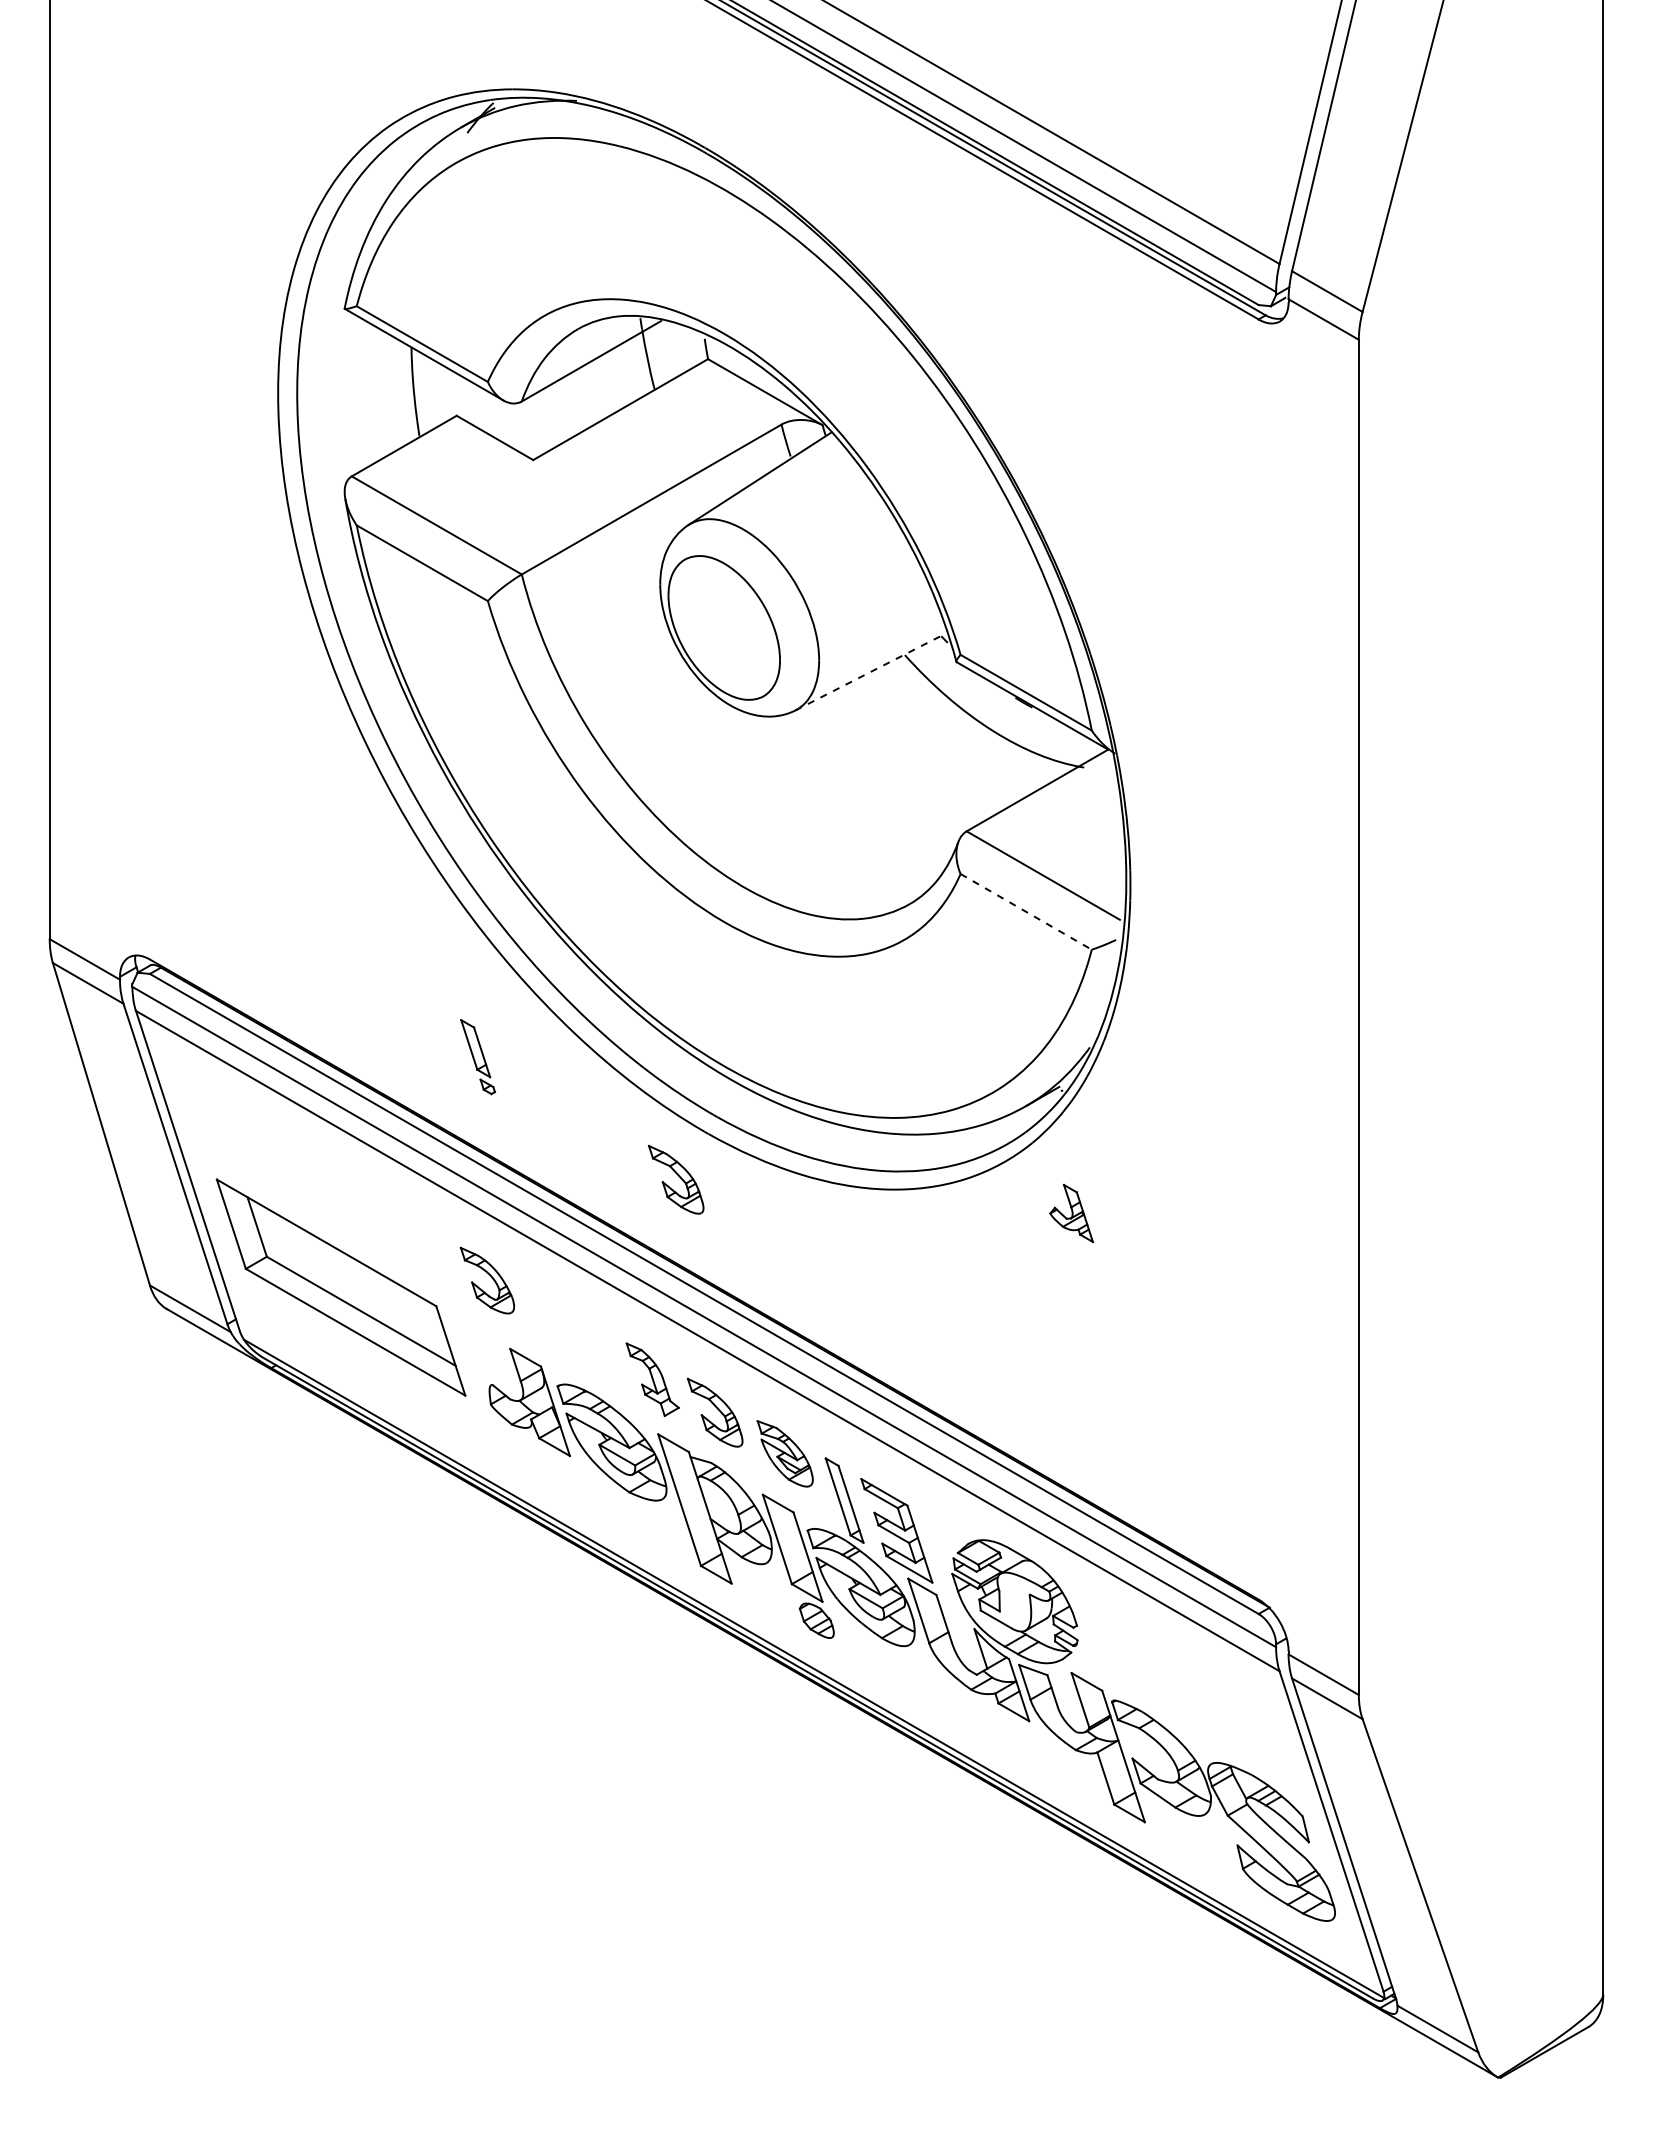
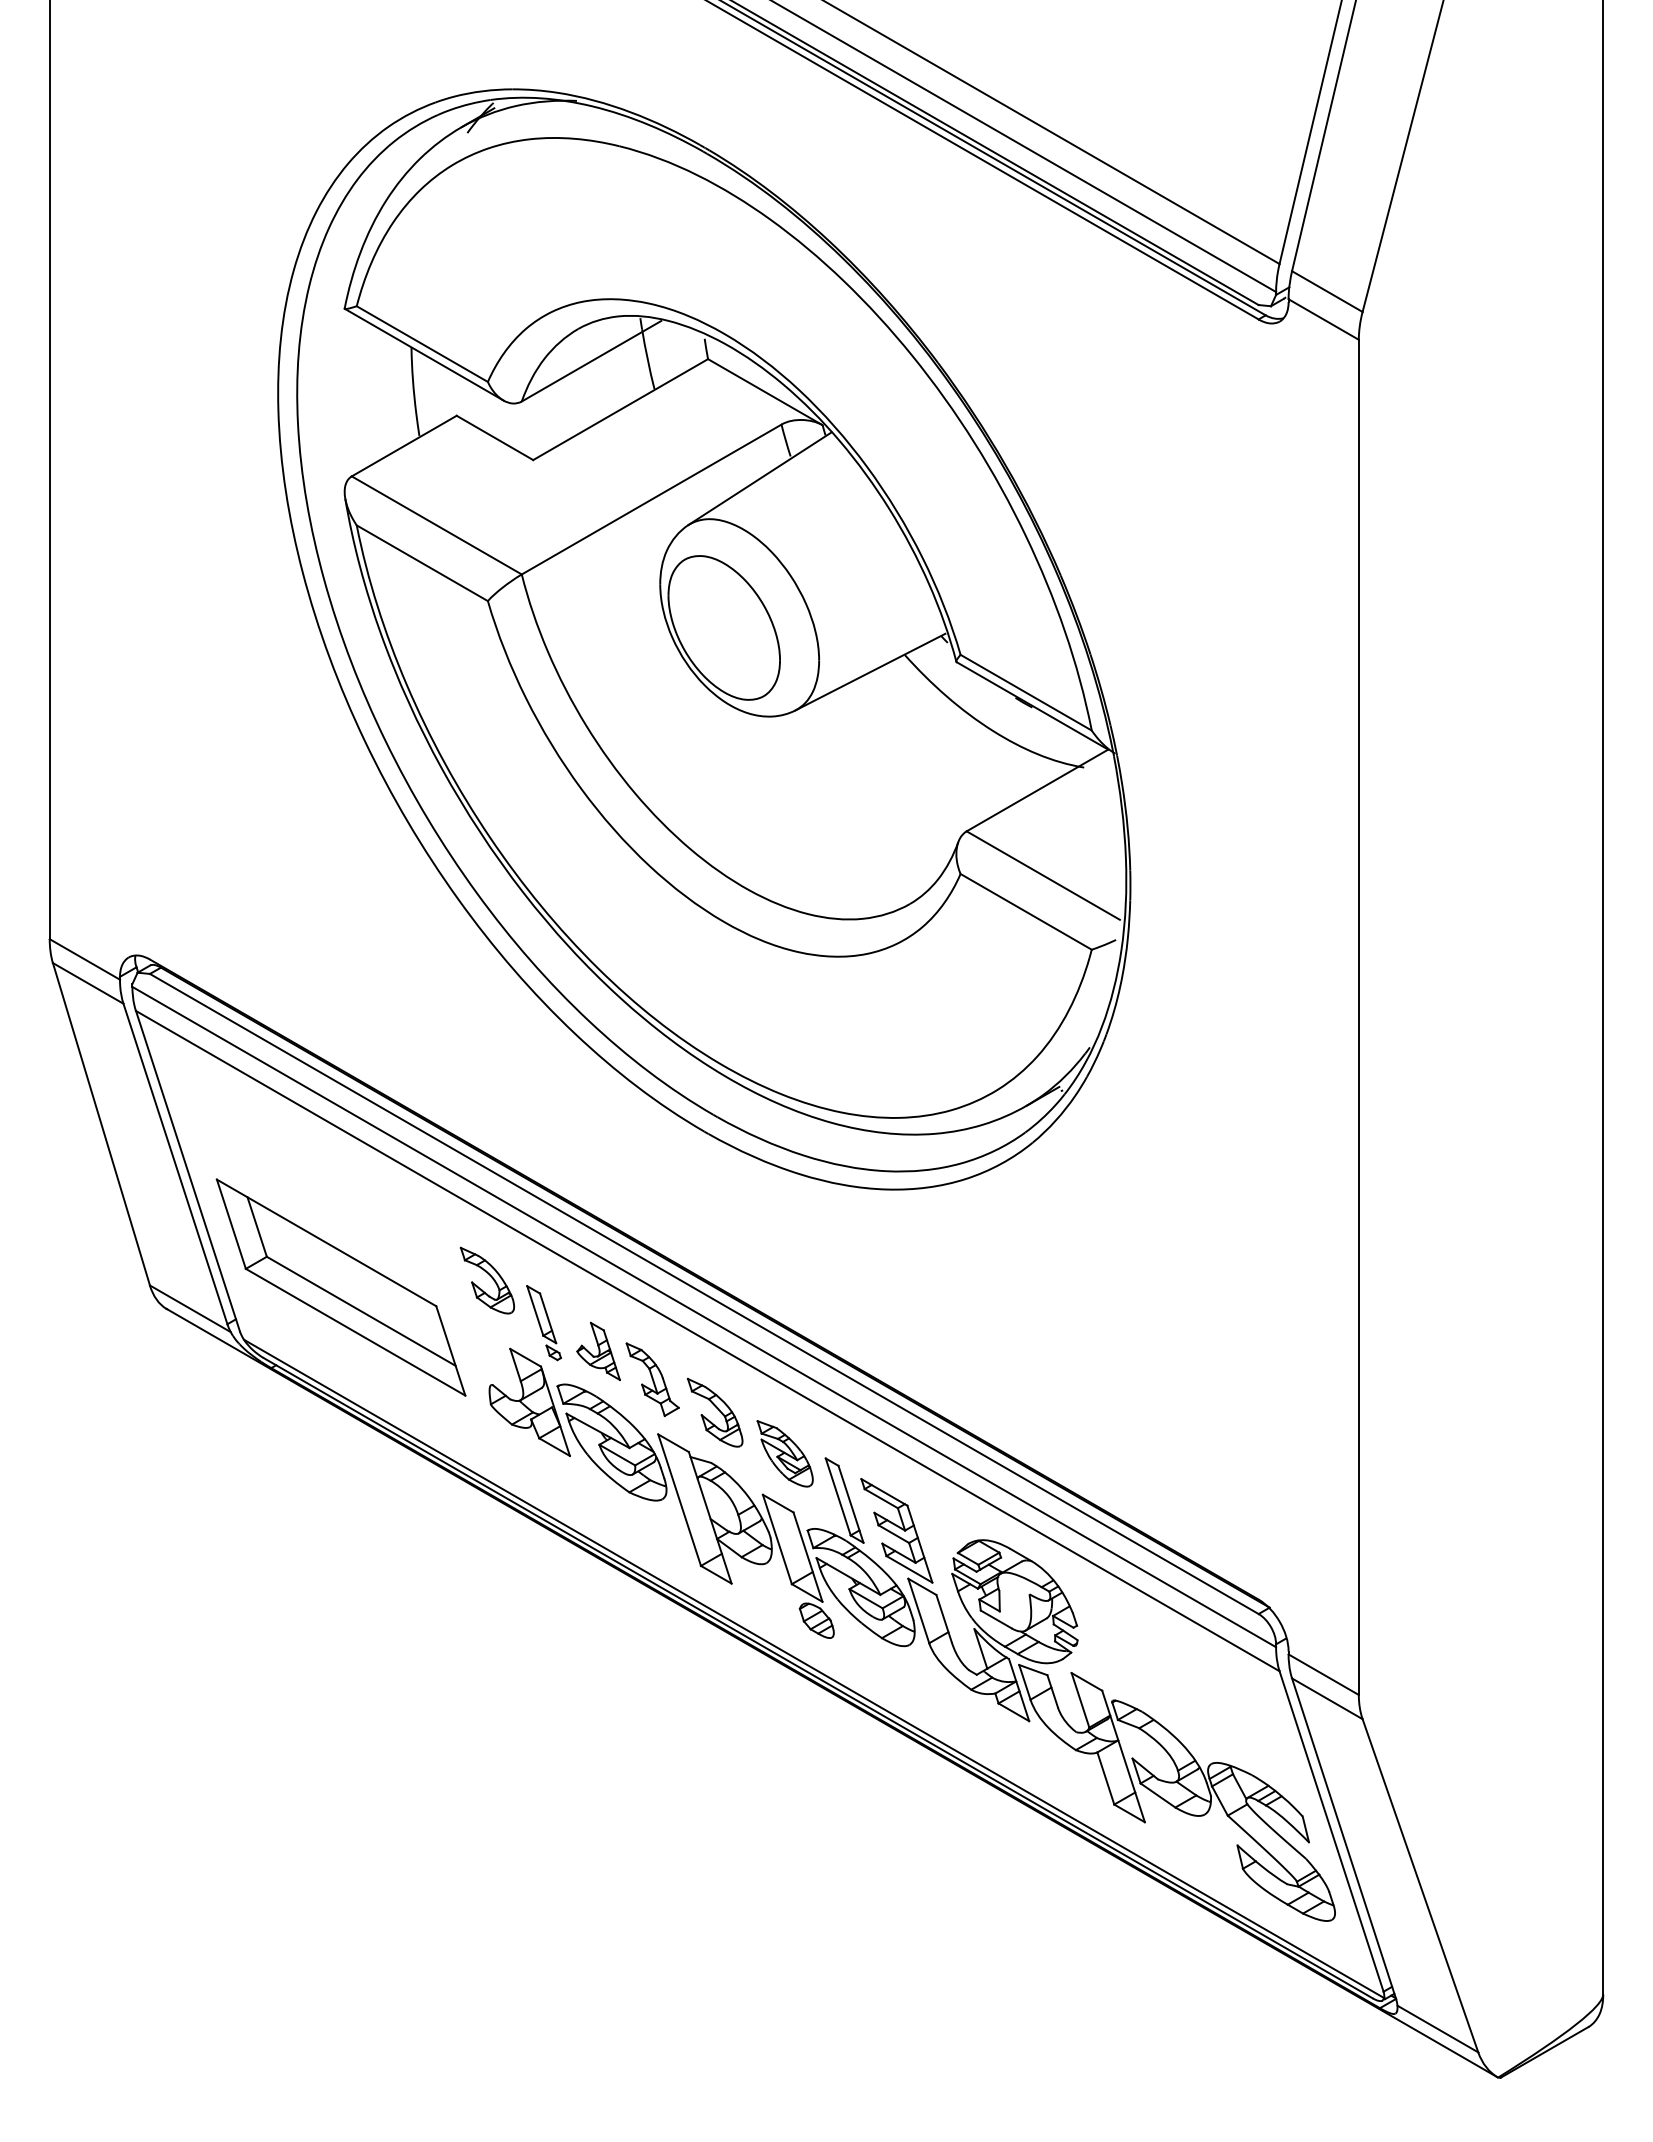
line at (870, 671): dashed -> solid
line at (1026, 911): dashed -> solid
part at (478, 1057) position: (478, 1057) -> (544, 1323)
part at (676, 1179): present -> none
part at (1071, 1213) position: (1071, 1213) -> (598, 1351)
